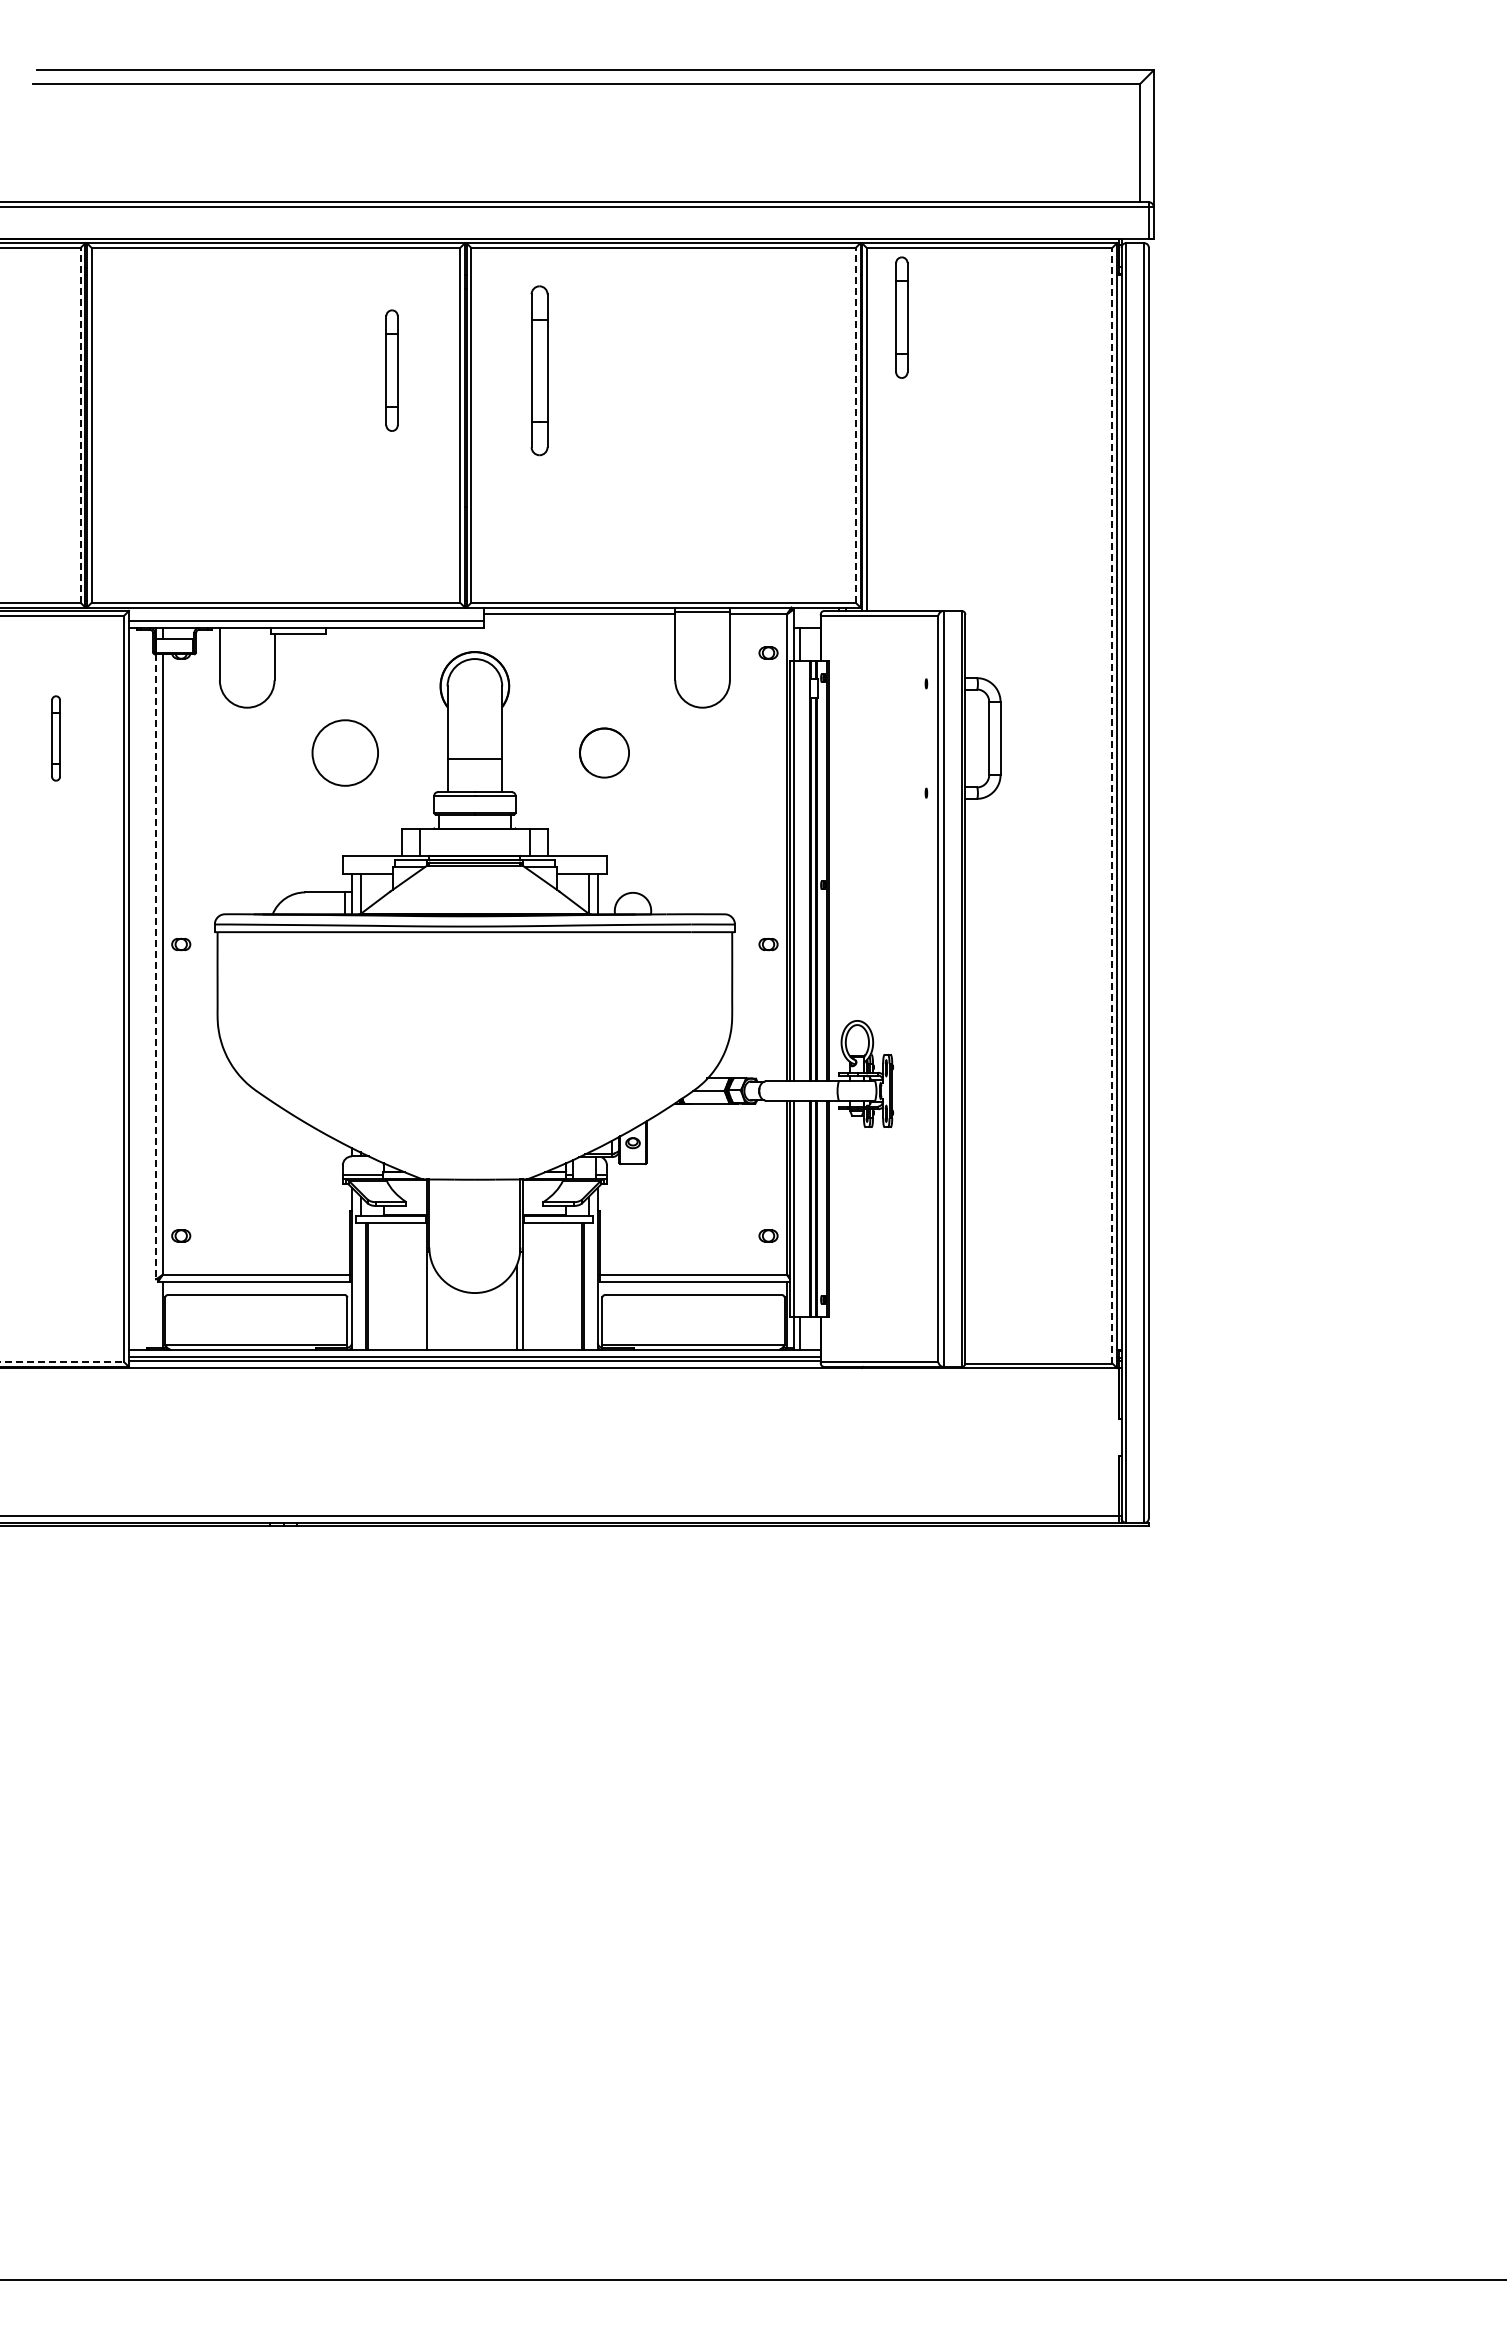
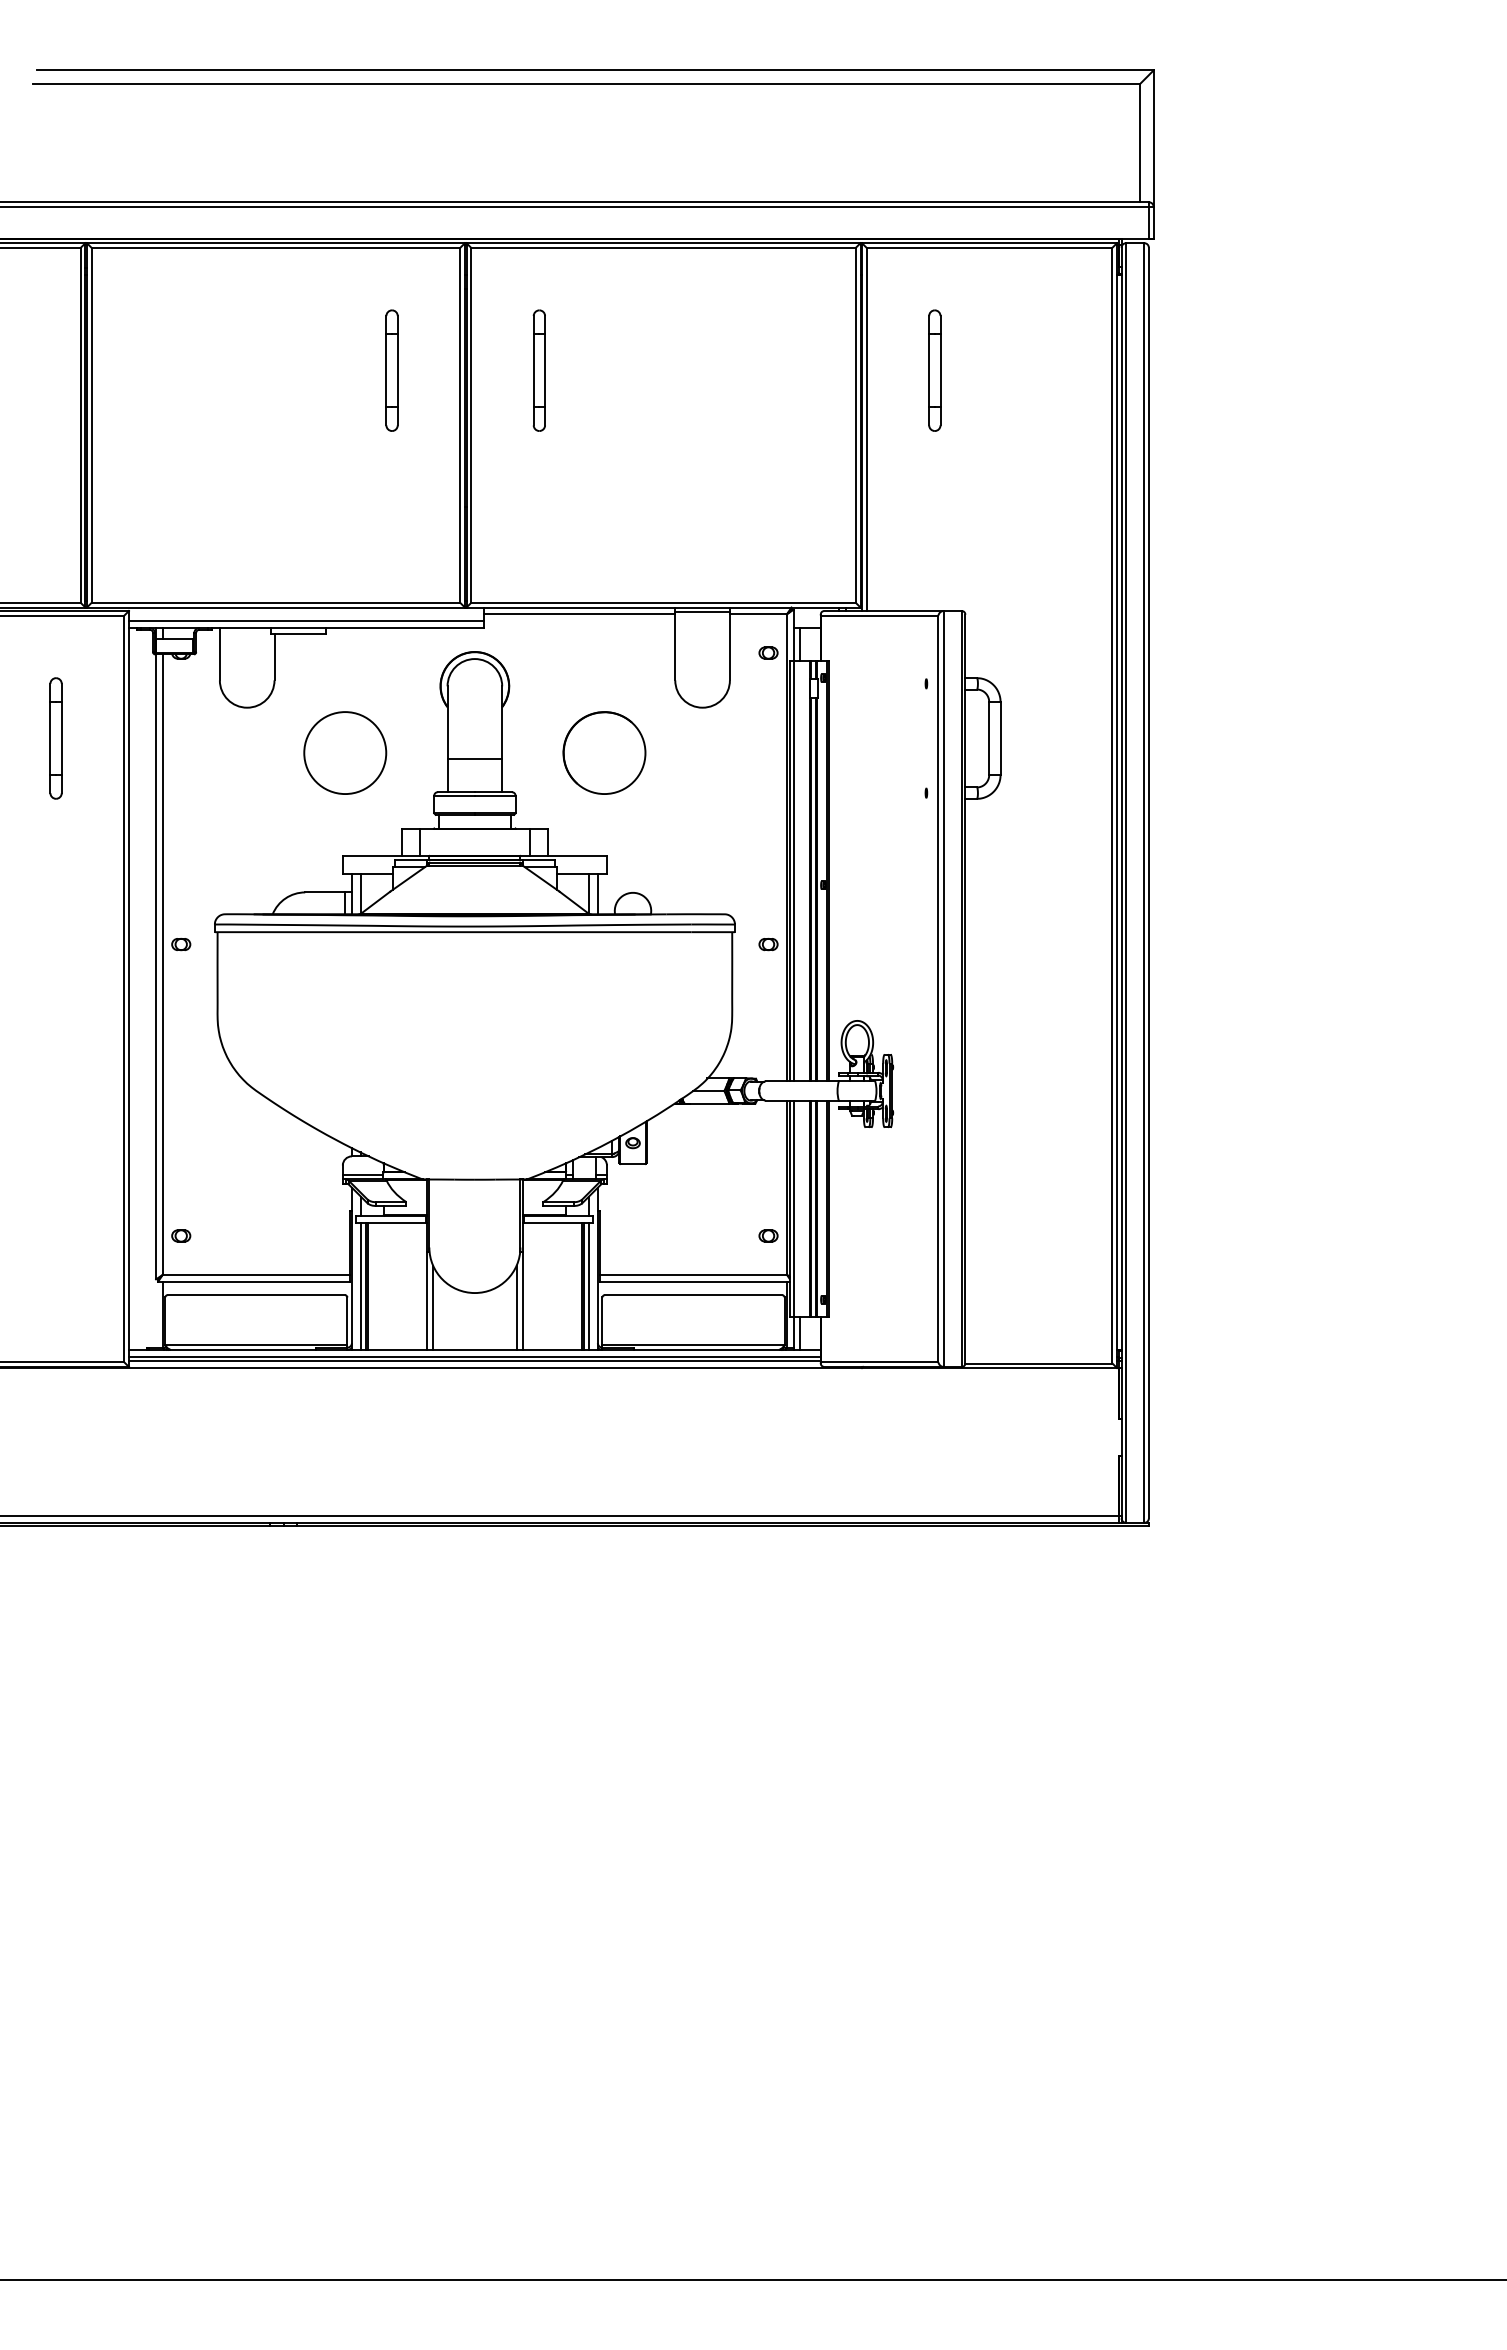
part at (901, 317) position: (901, 317) -> (934, 370)
part at (539, 370) size: 19x172 px -> 14x123 px
line at (80, 425): dashed -> solid
line at (855, 425): dashed -> solid
part at (55, 738) size: 10x87 px -> 14x123 px
circle at (344, 752) size: 68x68 px -> 85x84 px
part at (604, 752) size: 51x52 px -> 85x84 px
line at (1112, 805): dashed -> solid
line at (156, 967): dashed -> solid
line at (360, 1285): none -> present
line at (588, 1285): none -> present
line at (433, 1307): none -> present
line at (62, 1362): dashed -> solid
